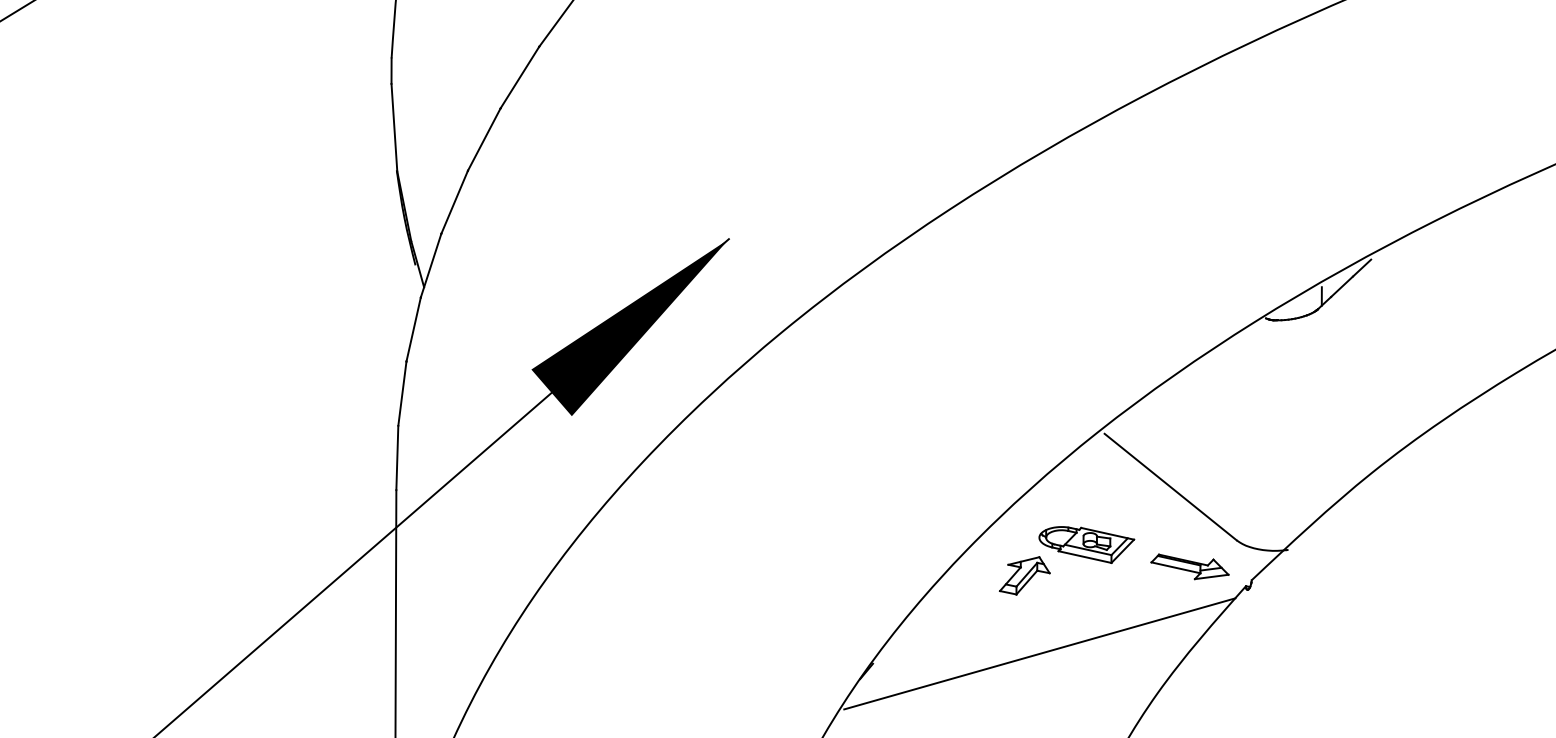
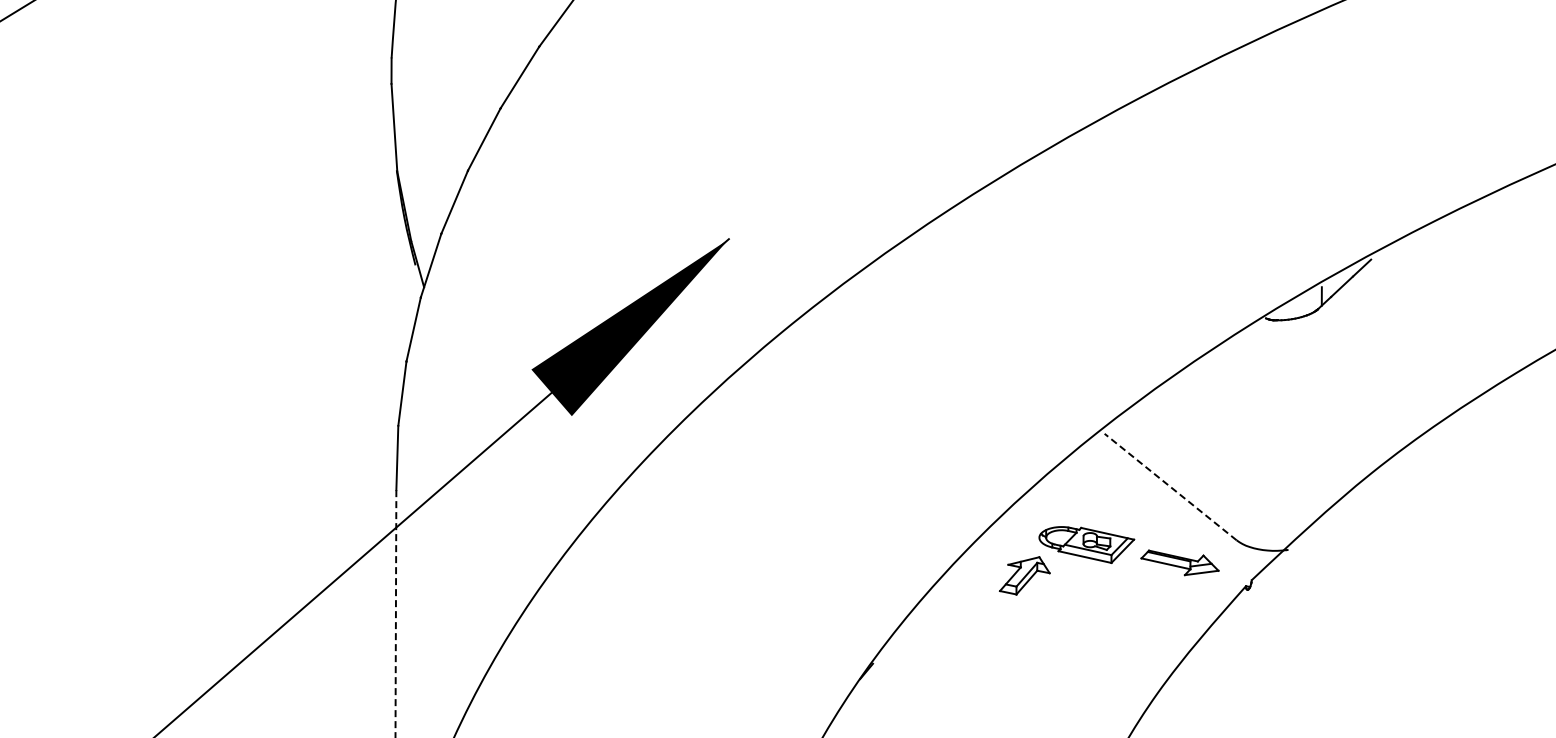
line at (1170, 487): solid -> dashed
part at (1189, 566) position: (1189, 566) -> (1179, 562)
line at (395, 614): solid -> dashed
line at (1039, 653): present -> none
